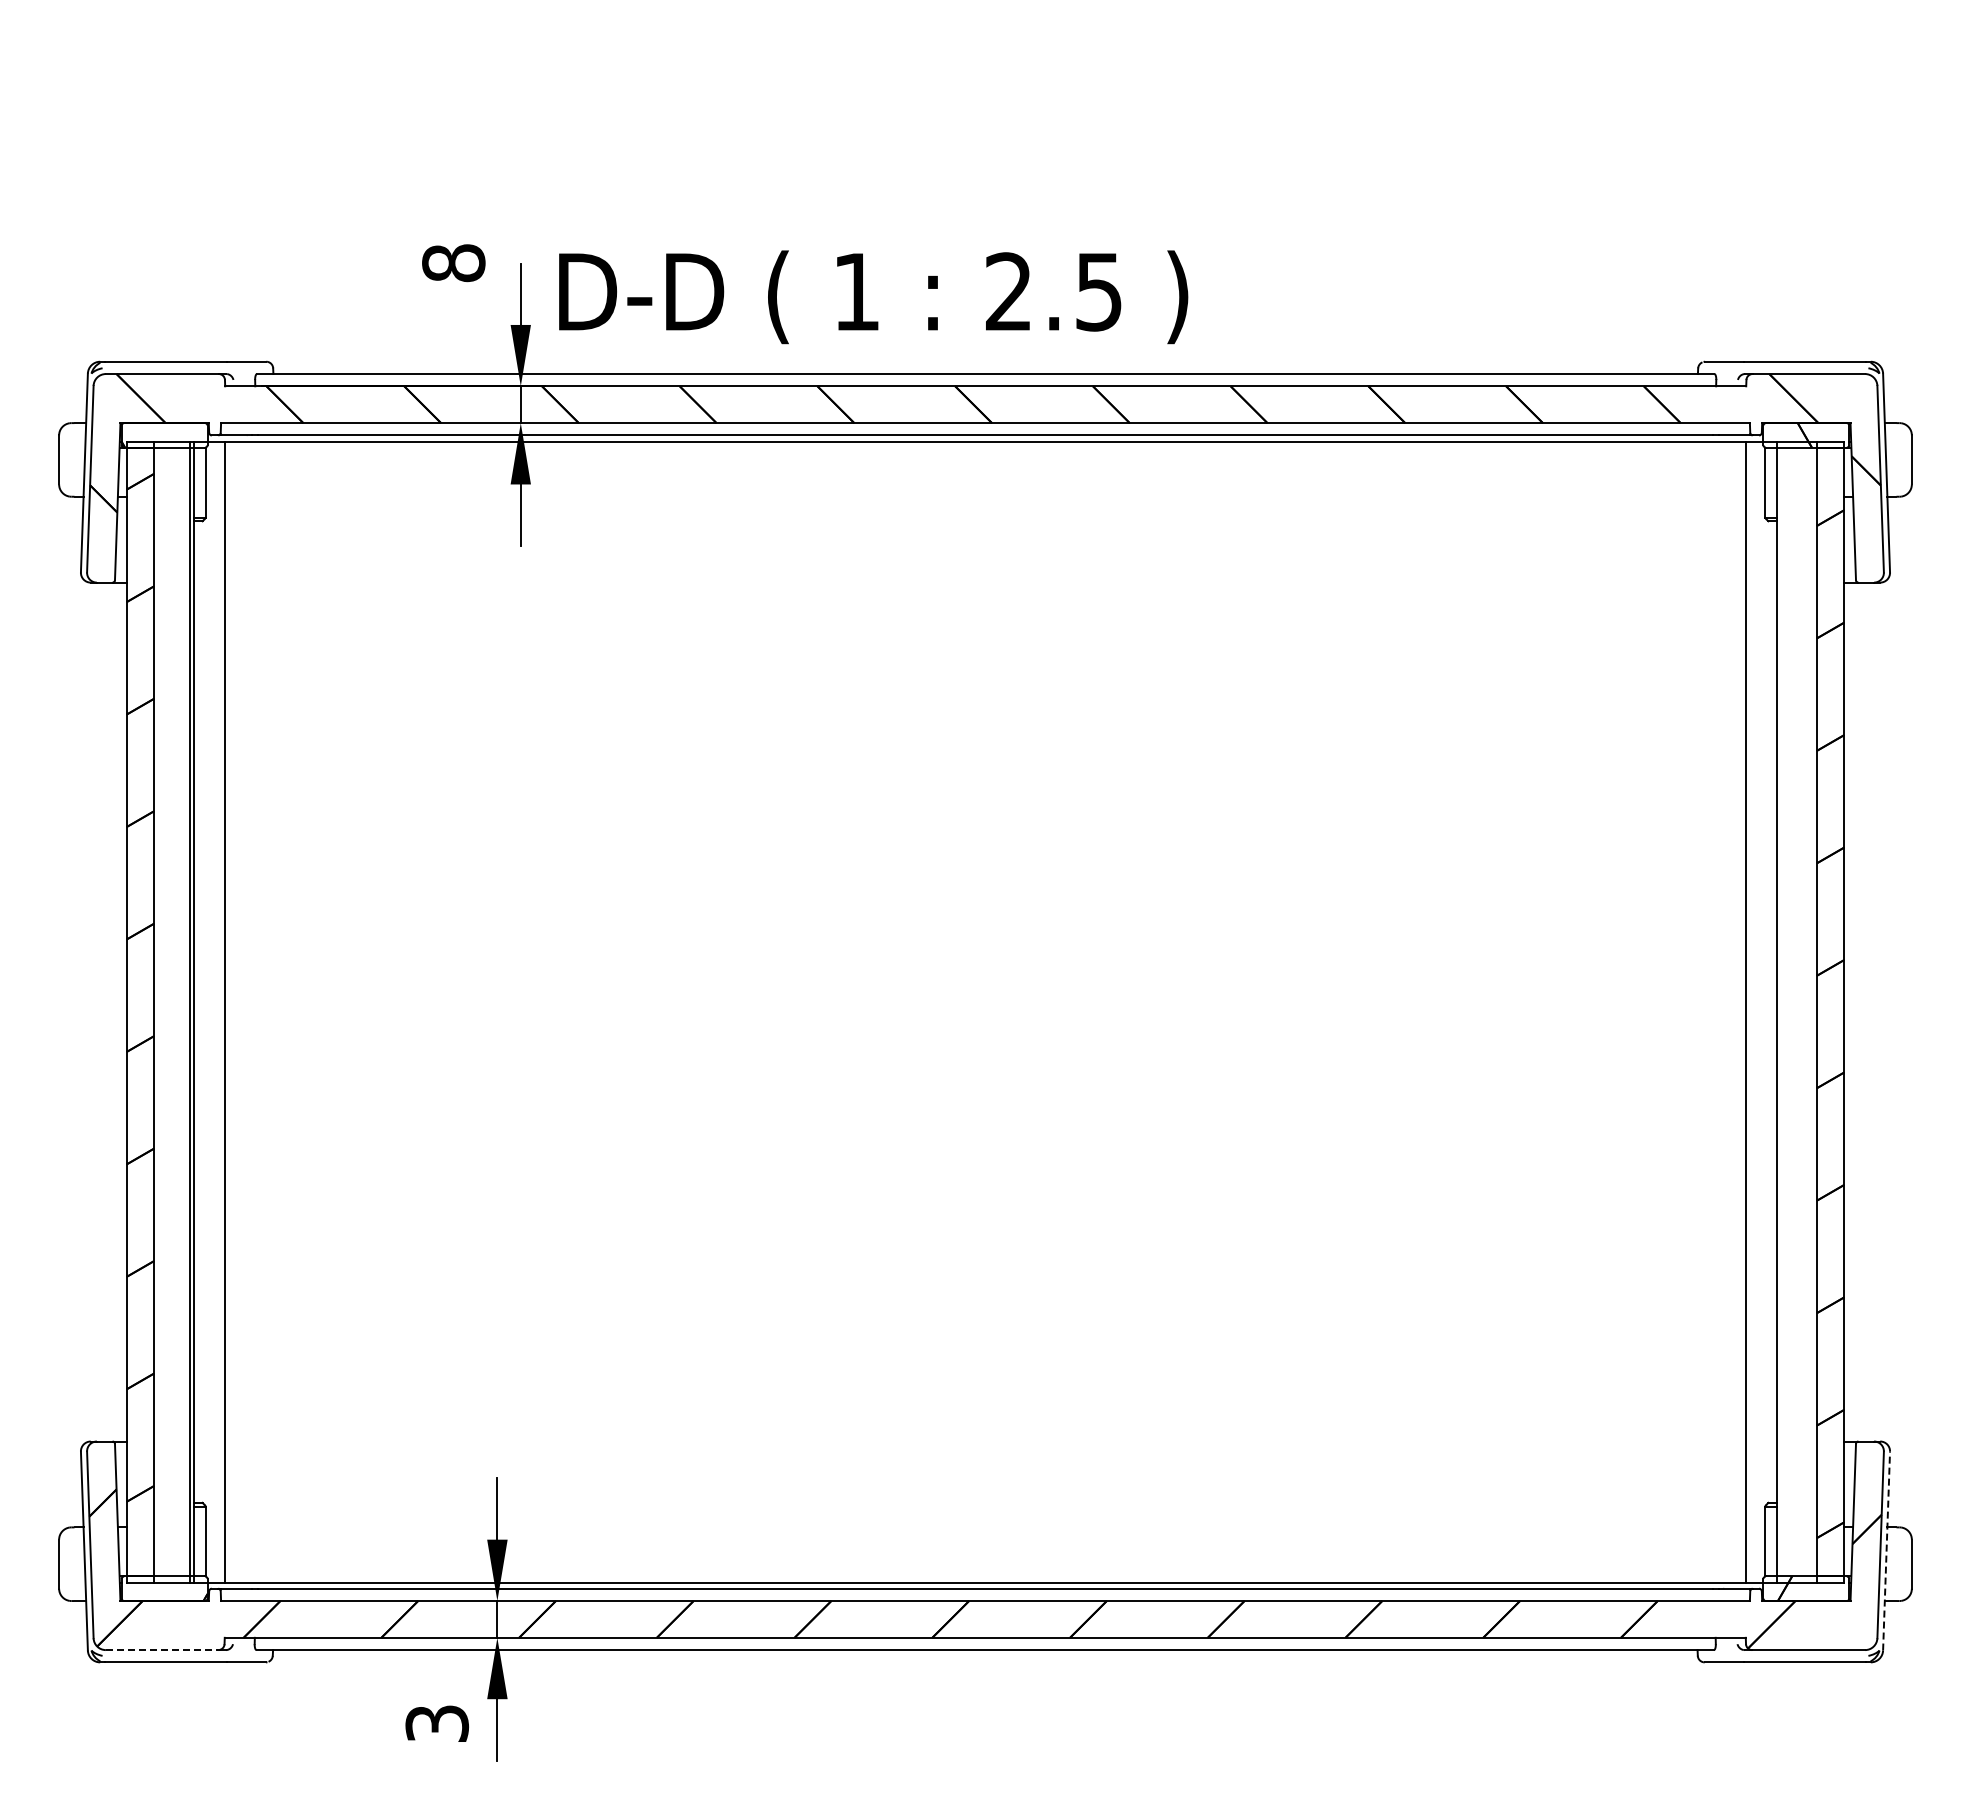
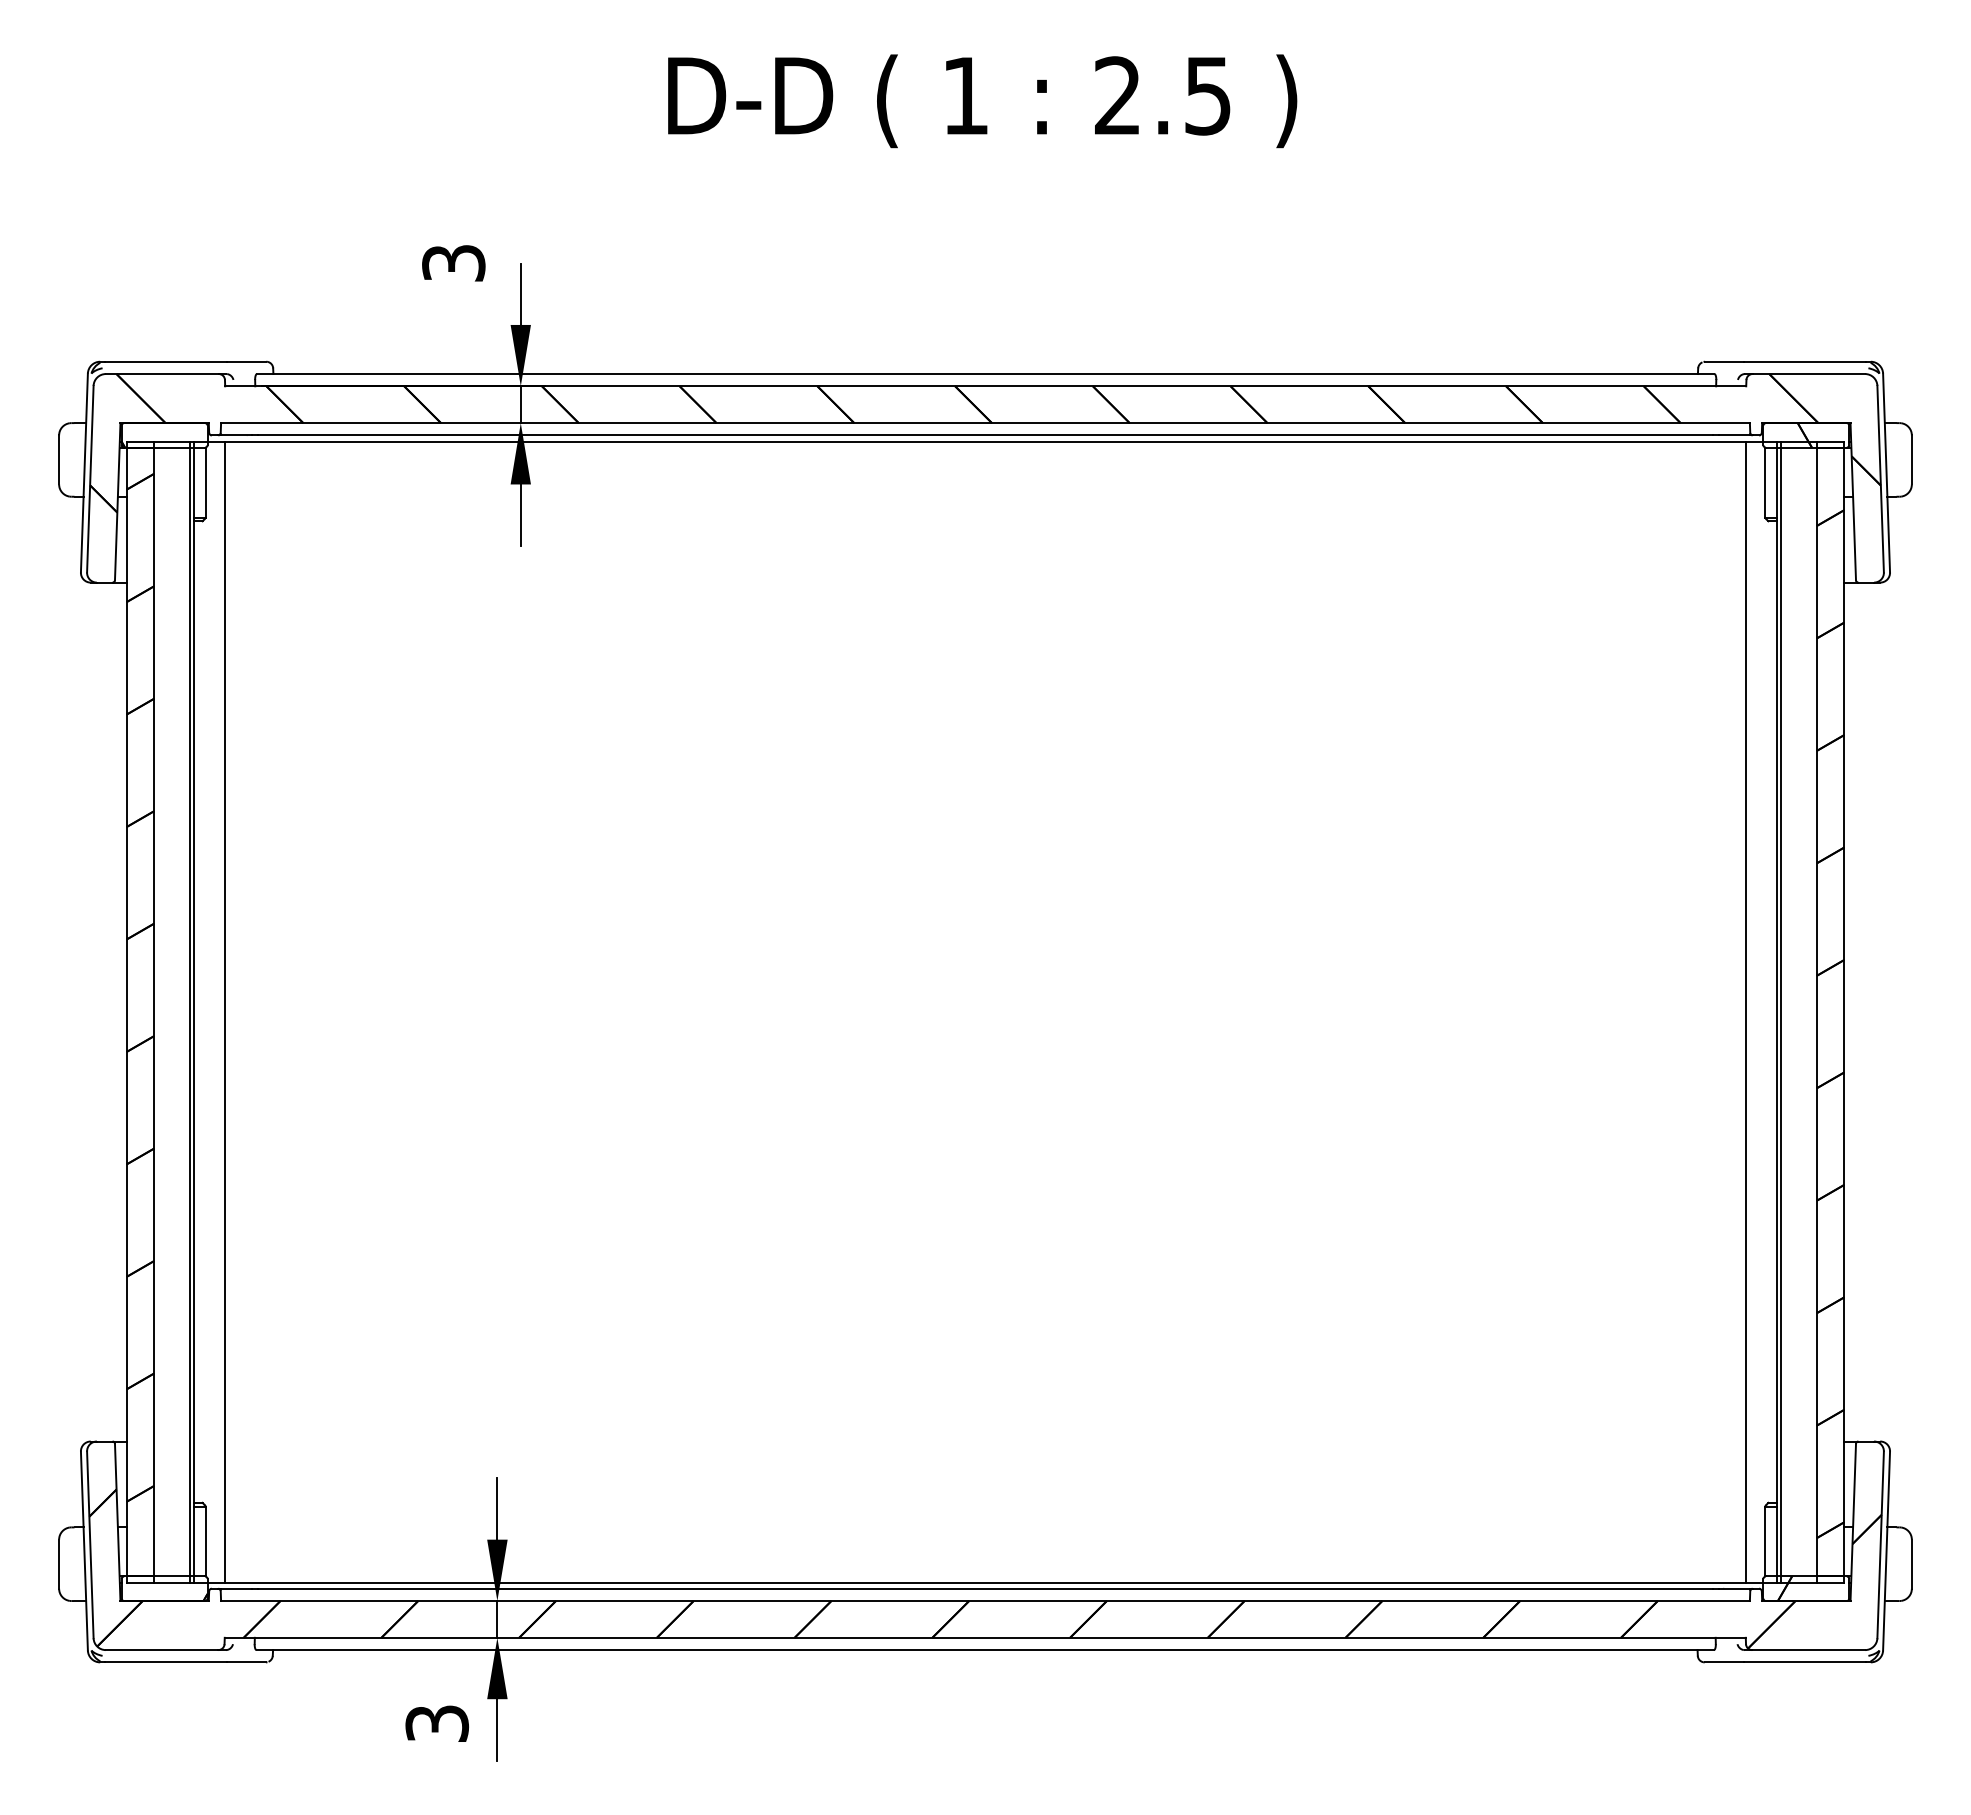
text at (453, 263): 8 -> 3
text at (873, 297) position: (873, 297) -> (982, 101)
line at (1780, 1011): none -> present
line at (1886, 1550): dashed -> solid
line at (162, 1650): dashed -> solid
